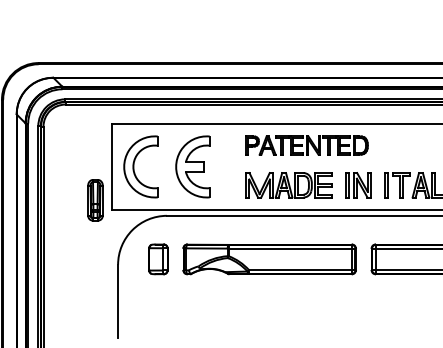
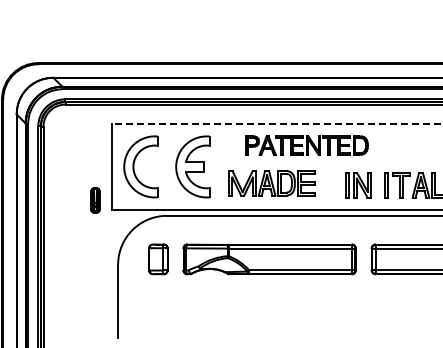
line at (276, 124): solid -> dashed
part at (288, 185) position: (288, 185) -> (271, 183)
part at (95, 200) size: 17x43 px -> 11x27 px
